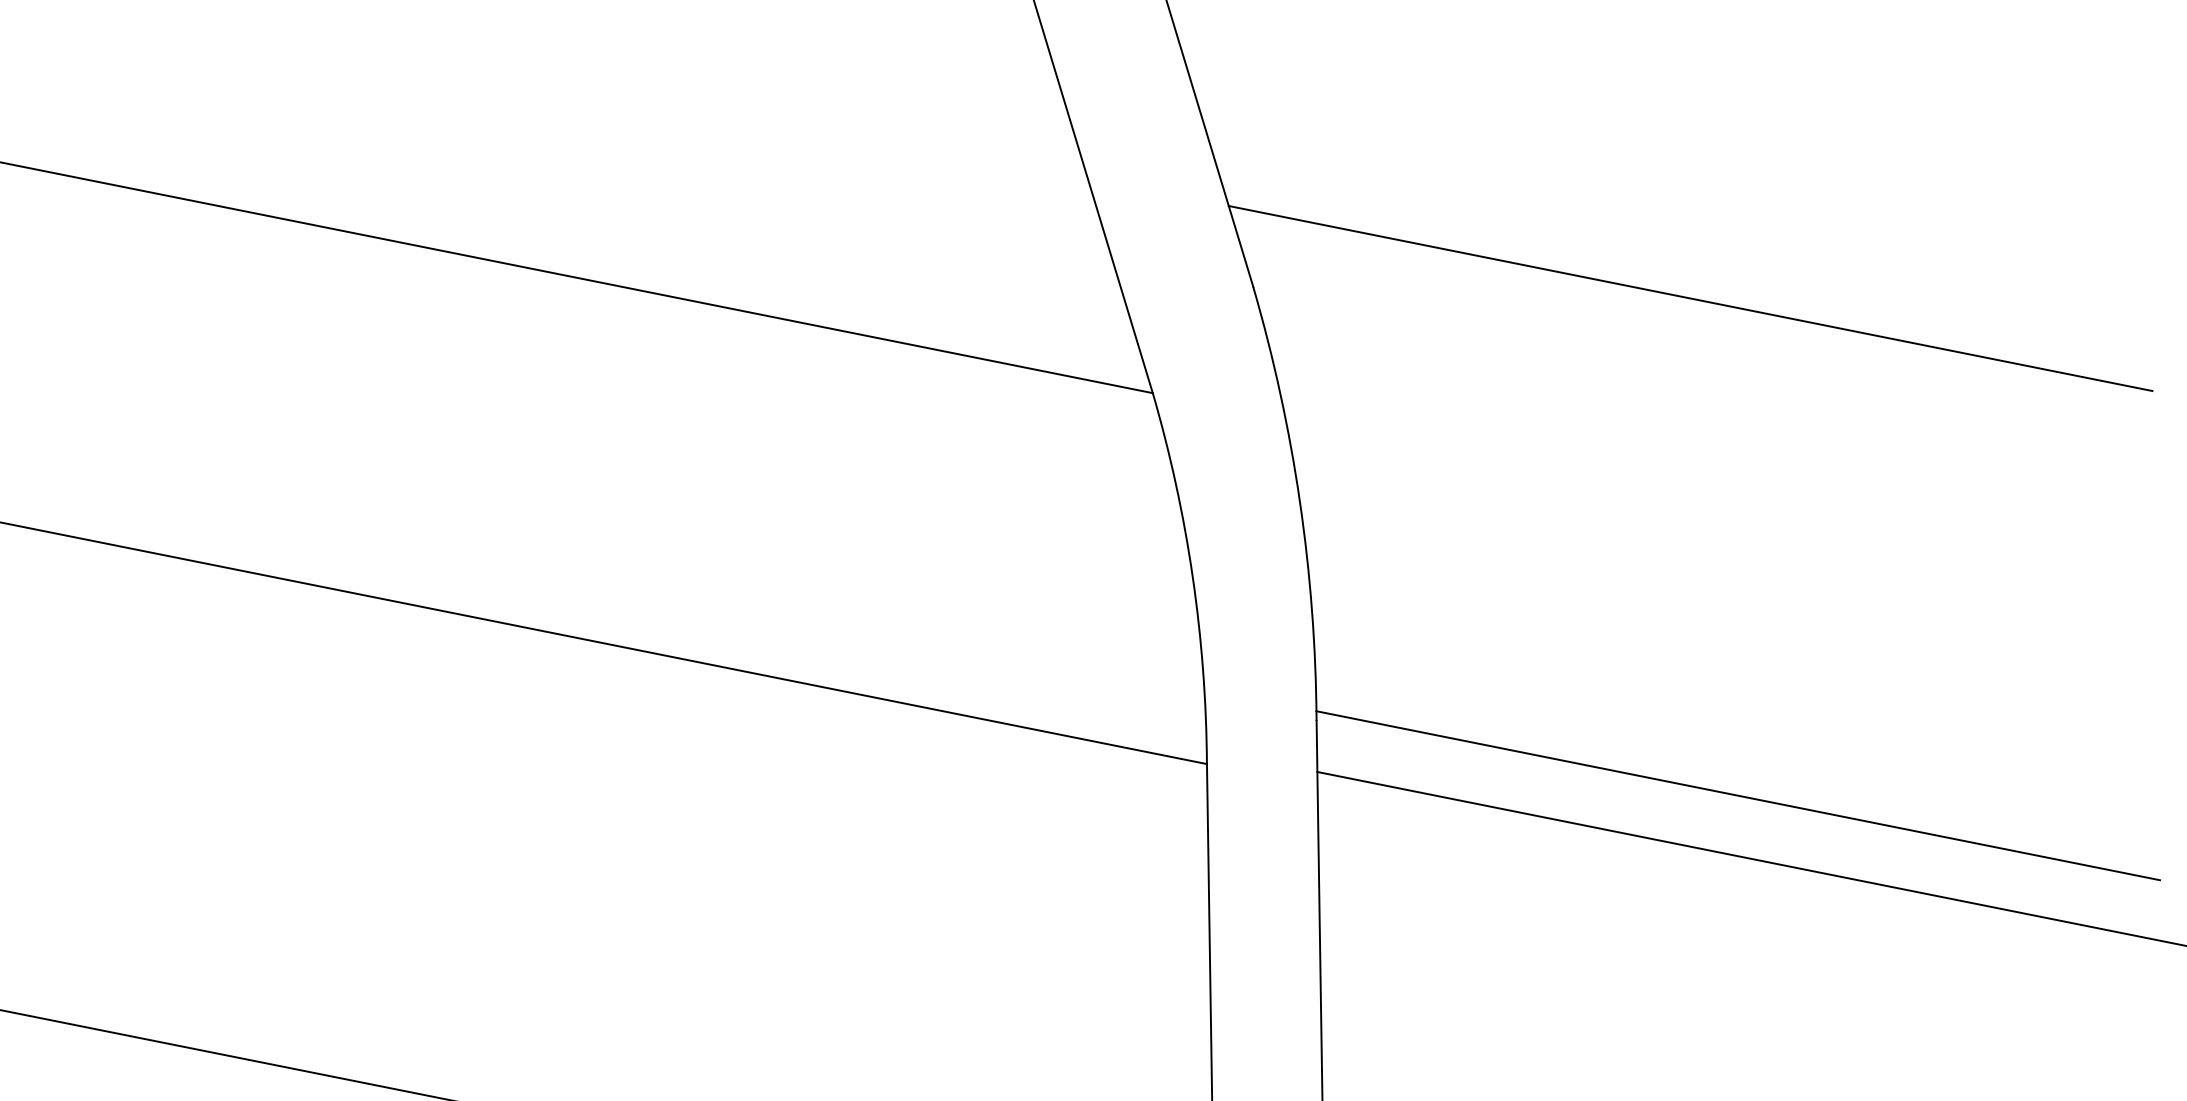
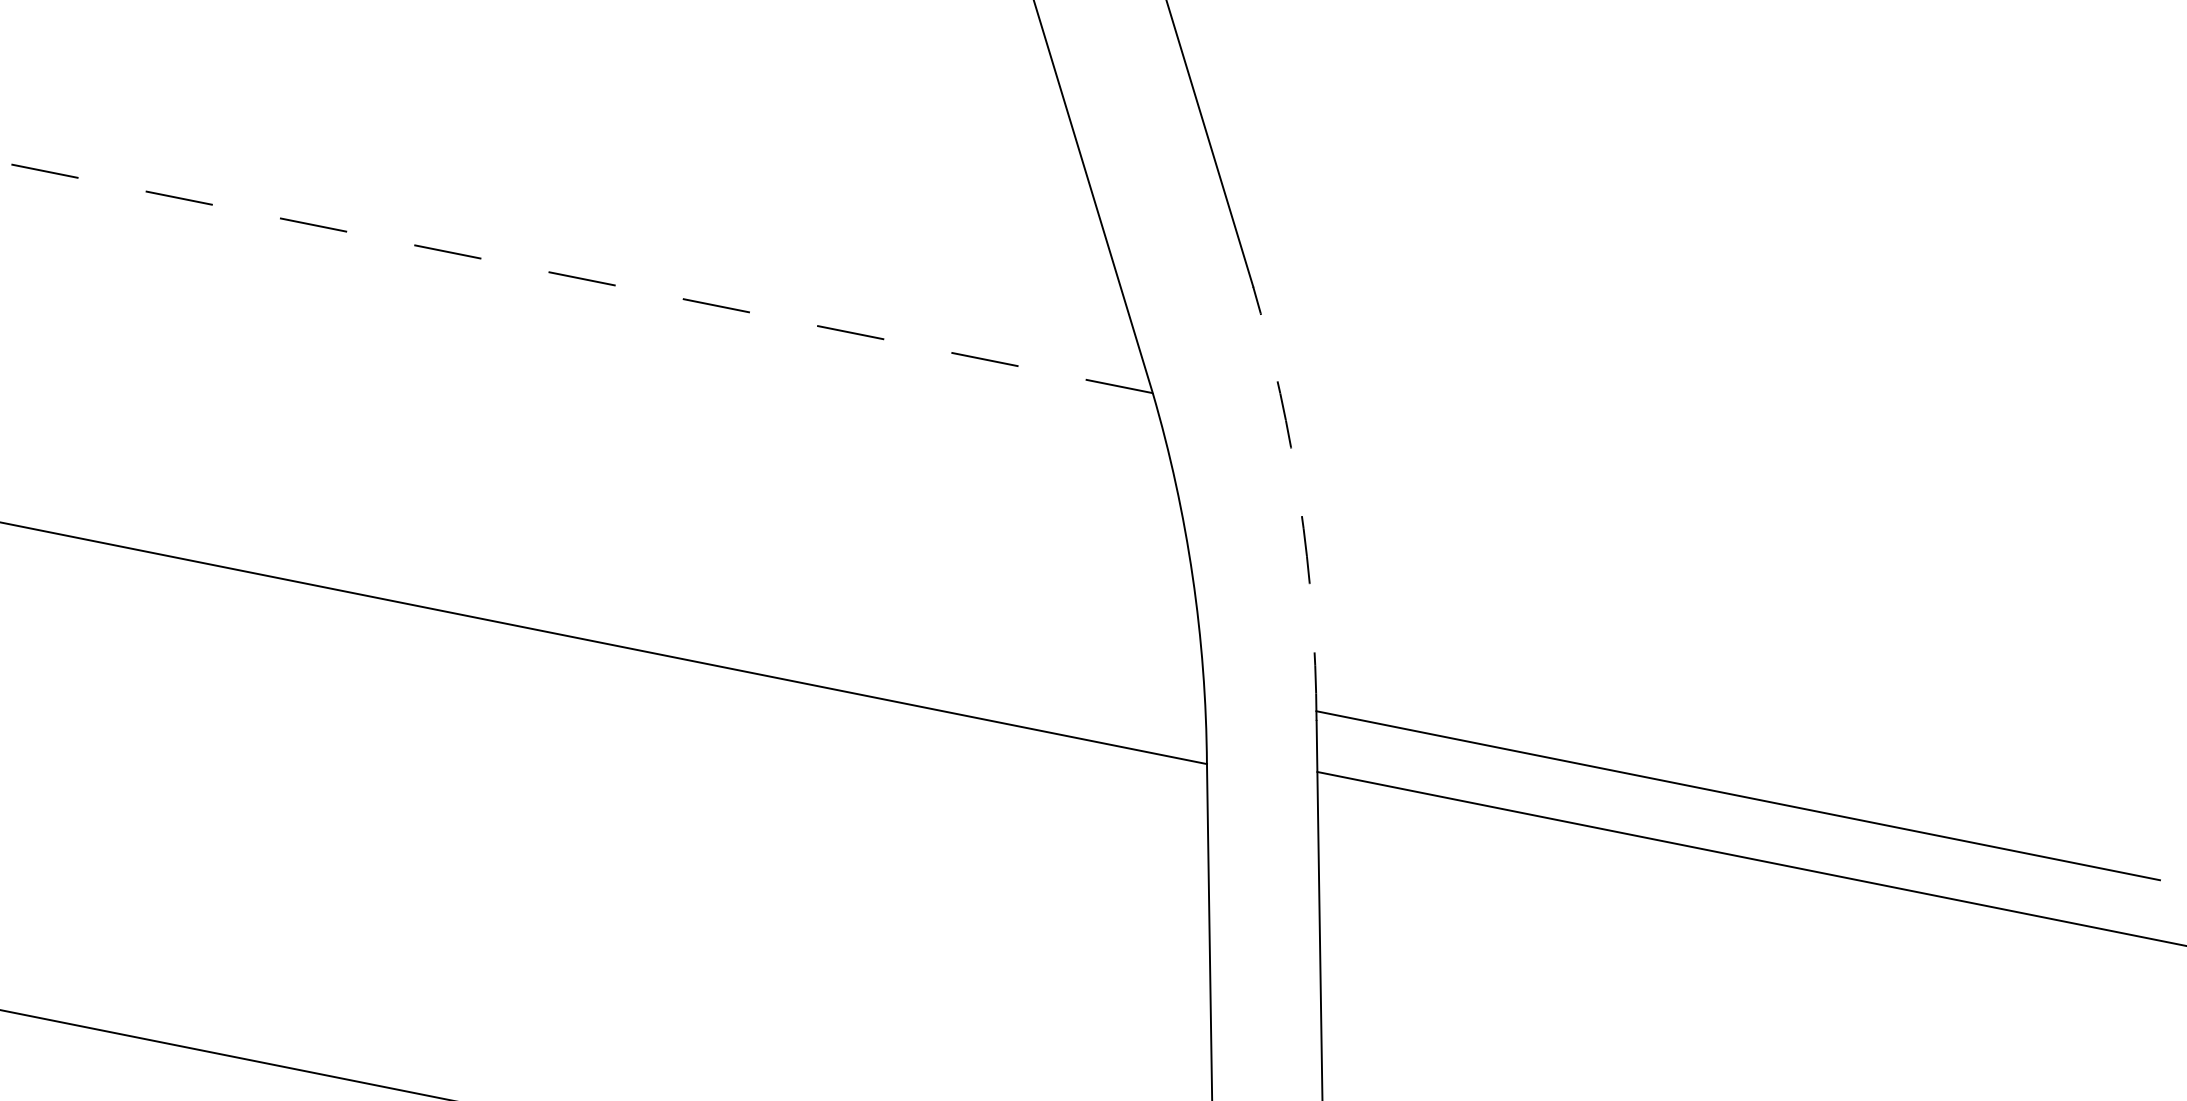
line at (576, 277): solid -> dashed
line at (1690, 298): present -> none
arc at (1299, 501): solid -> dashed
